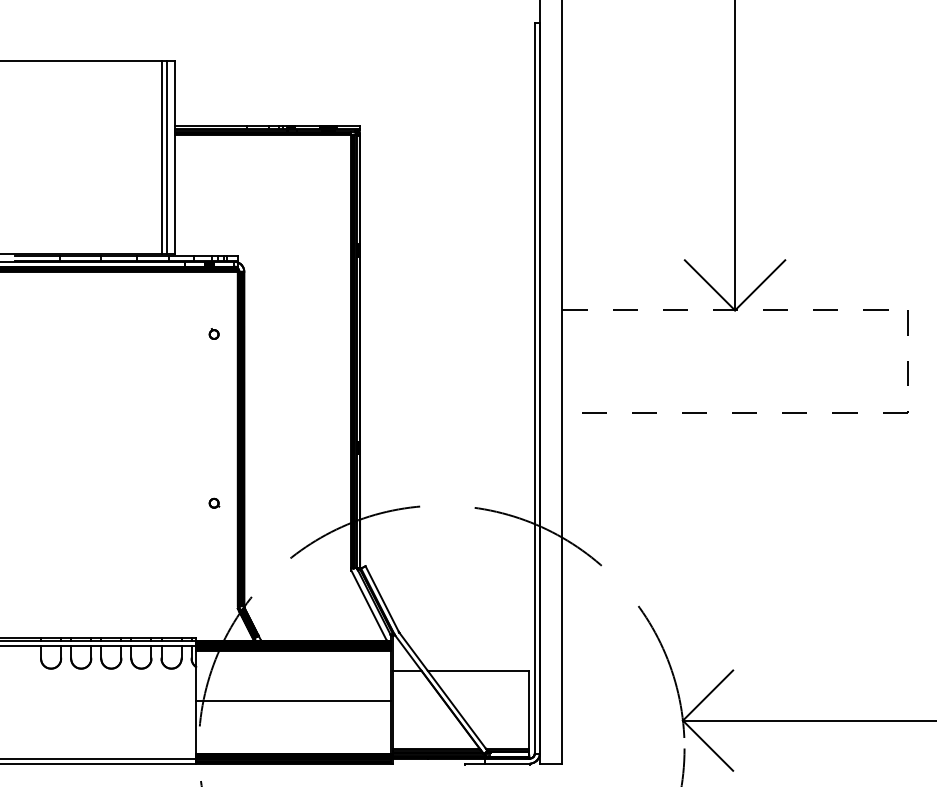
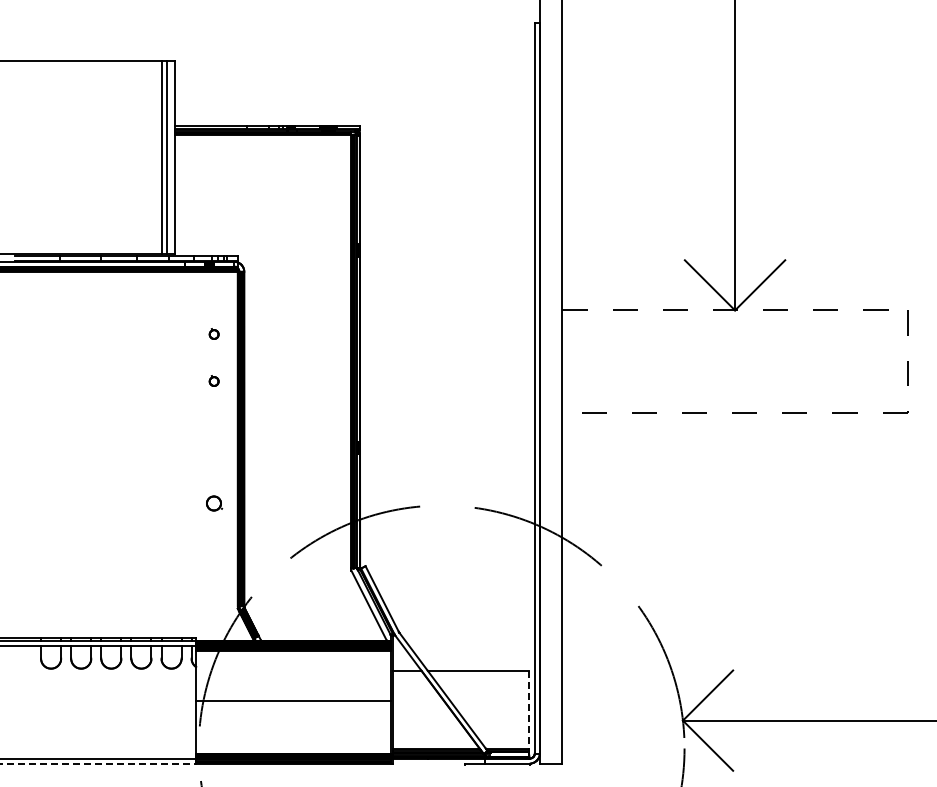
part at (213, 380): none -> present
part at (214, 502) size: 13x12 px -> 18x17 px
line at (528, 709): solid -> dashed
line at (98, 763): solid -> dashed
